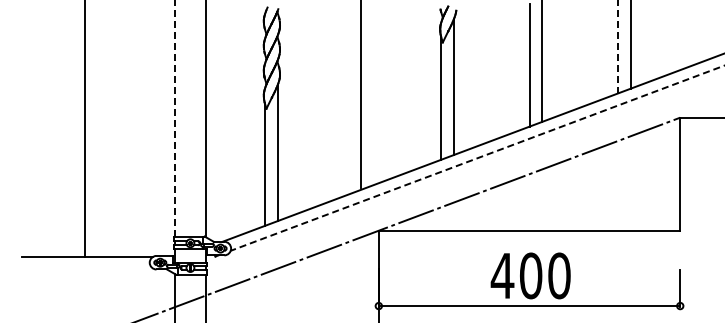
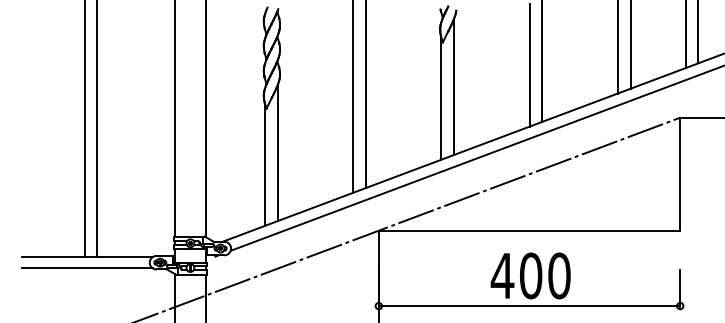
line at (698, 32): none -> present
line at (685, 35): none -> present
line at (617, 46): dashed -> solid
line at (361, 95) position: (361, 95) -> (366, 95)
line at (353, 97): none -> present
line at (175, 118): dashed -> solid
line at (97, 129): none -> present
line at (477, 158): dashed -> solid
line at (86, 268): none -> present
